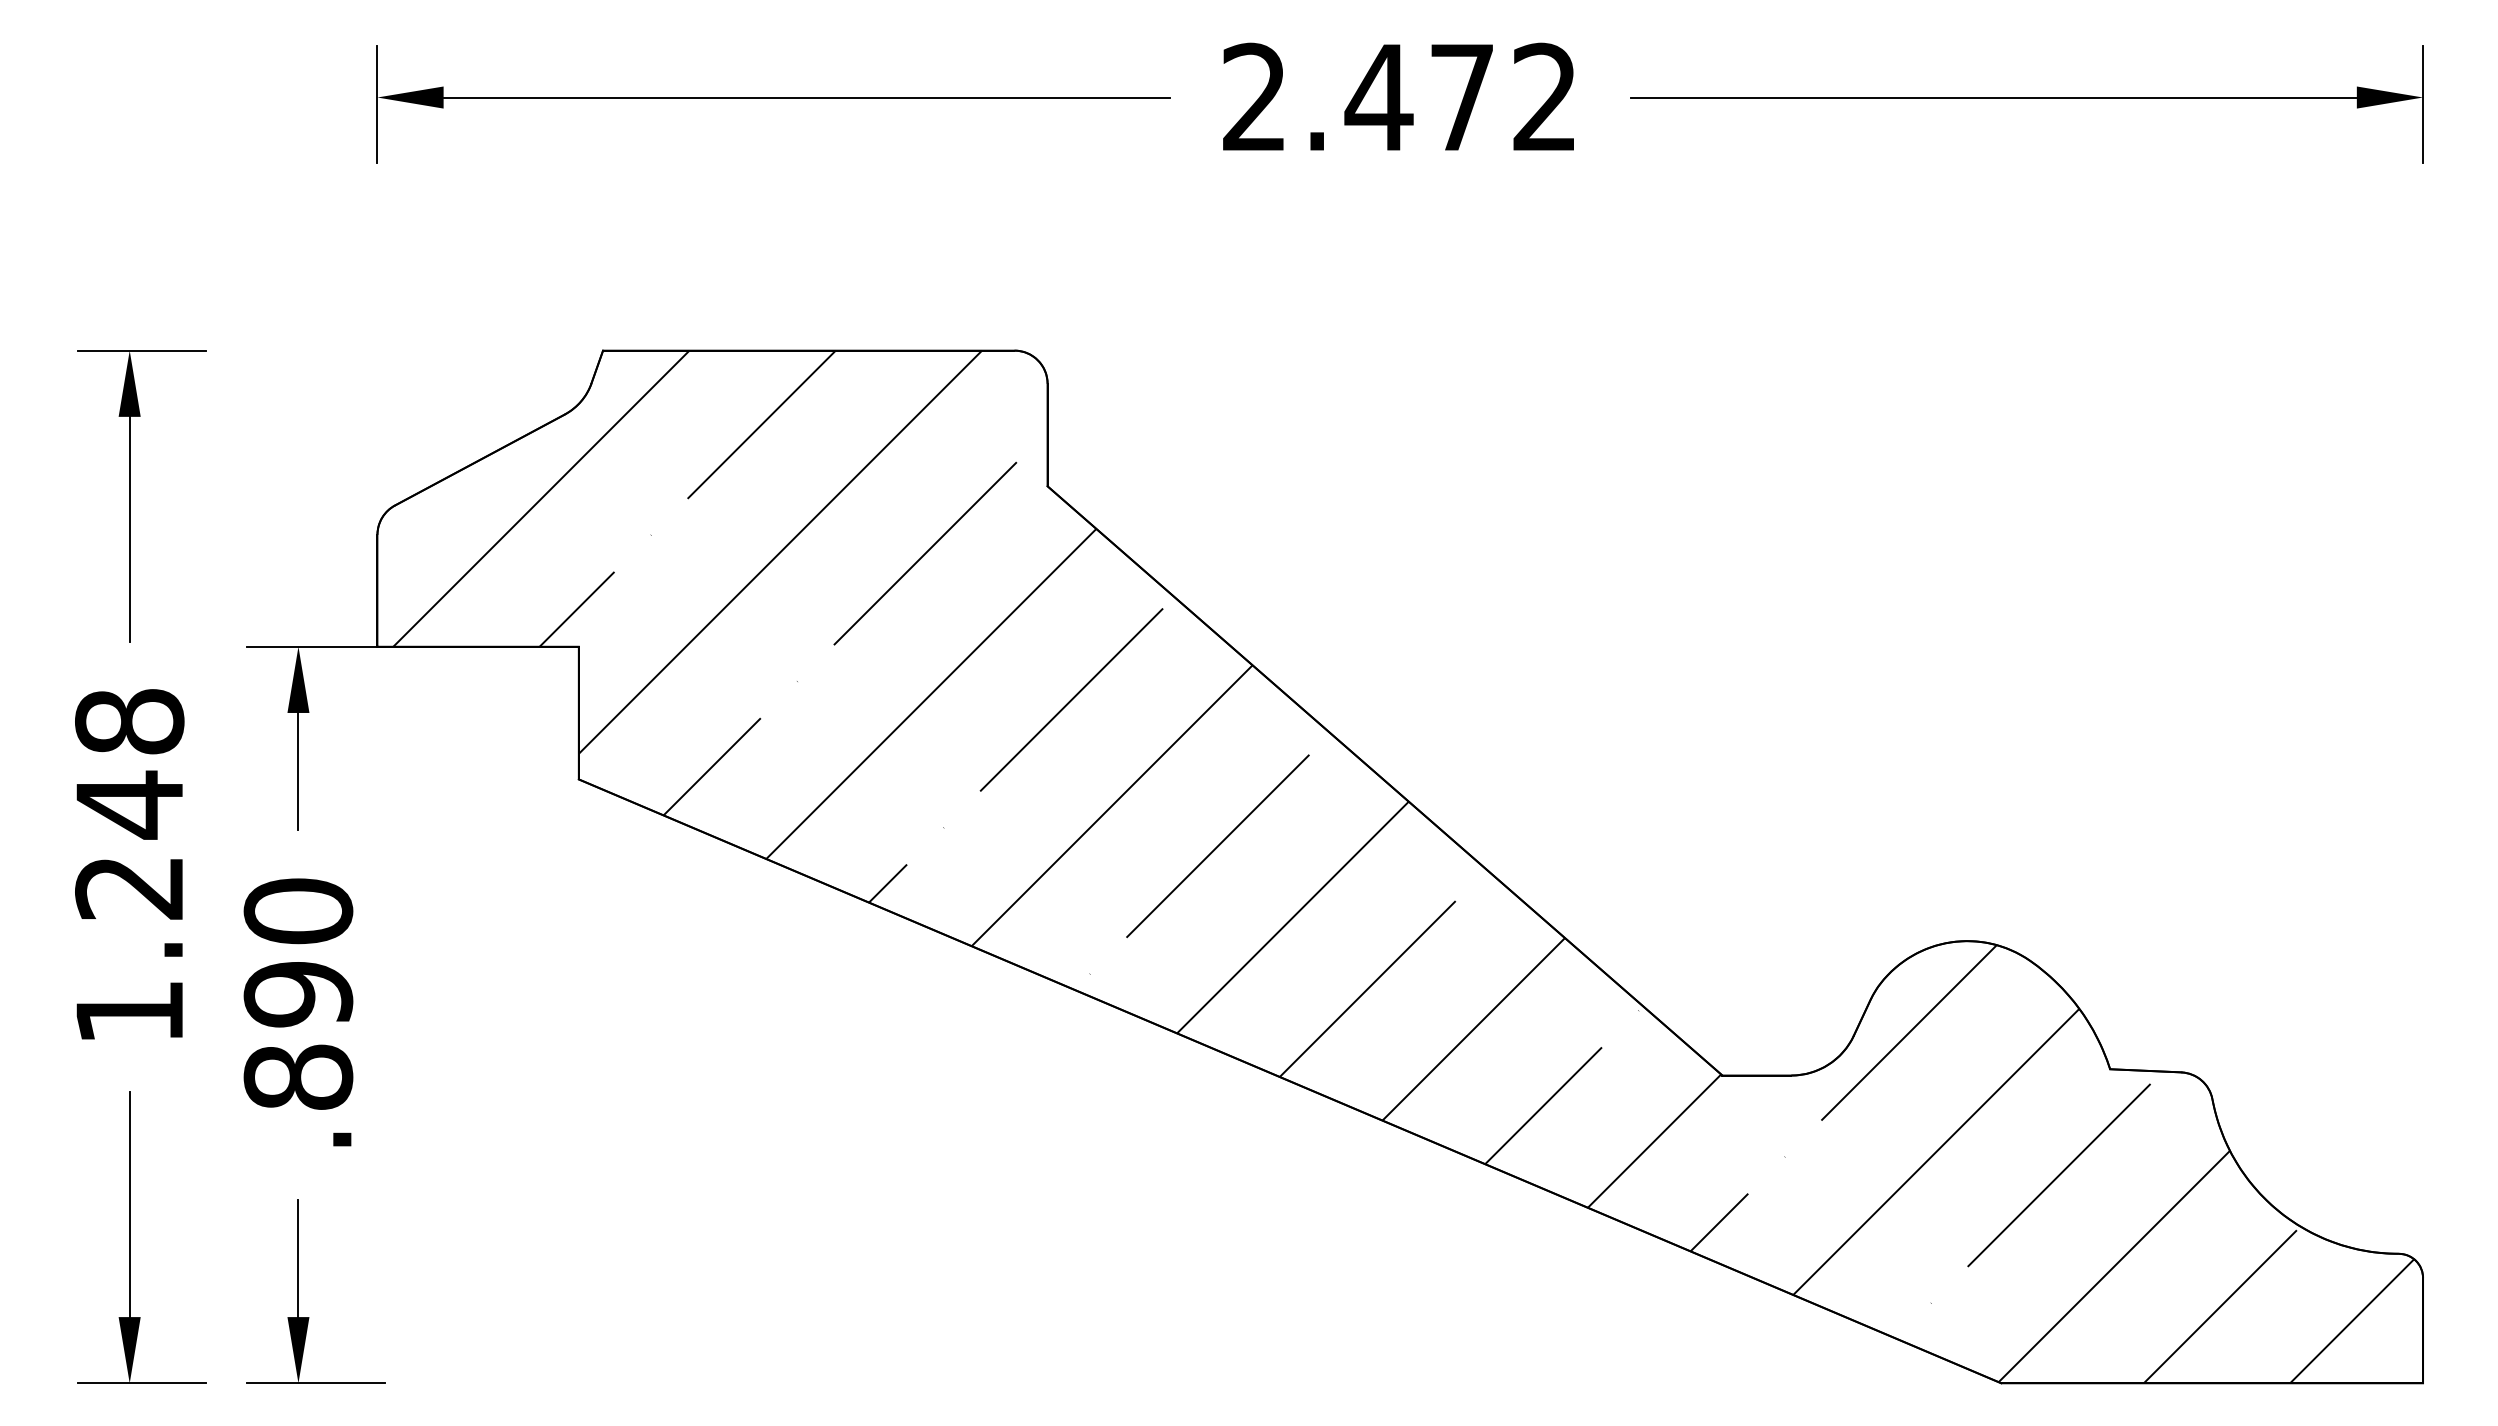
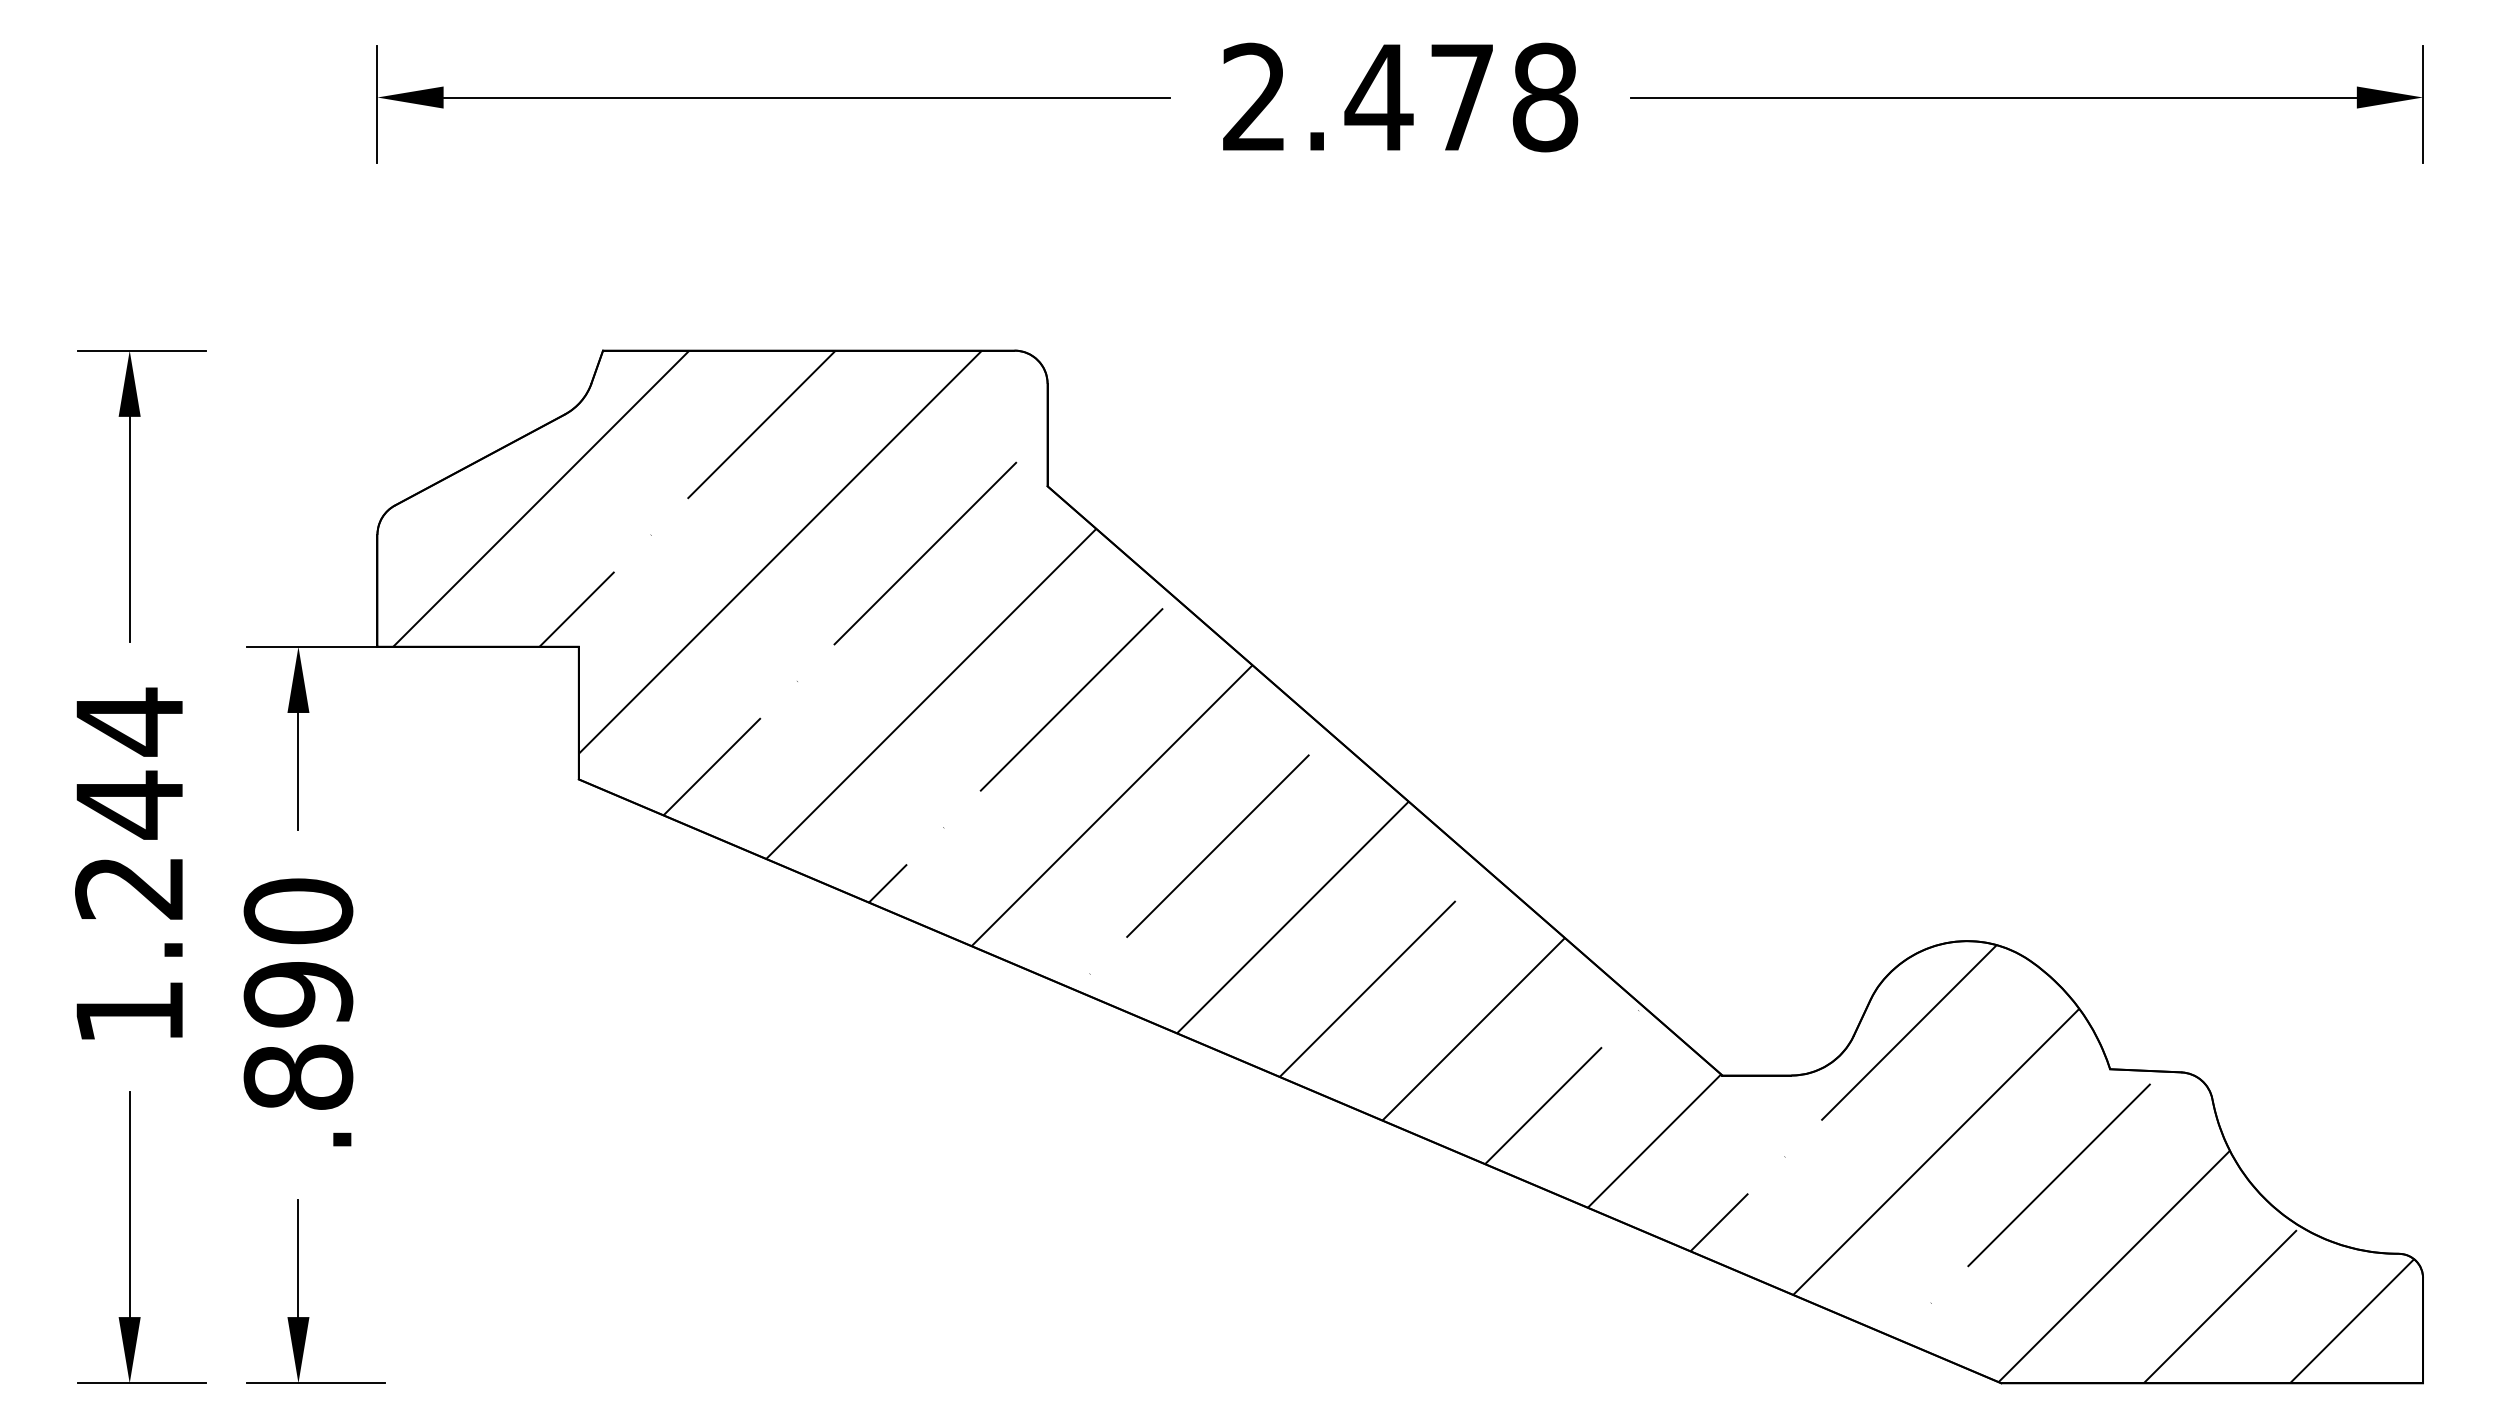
text at (1545, 97): 2.472 -> 2.478
text at (129, 721): 1.248 -> 1.244
